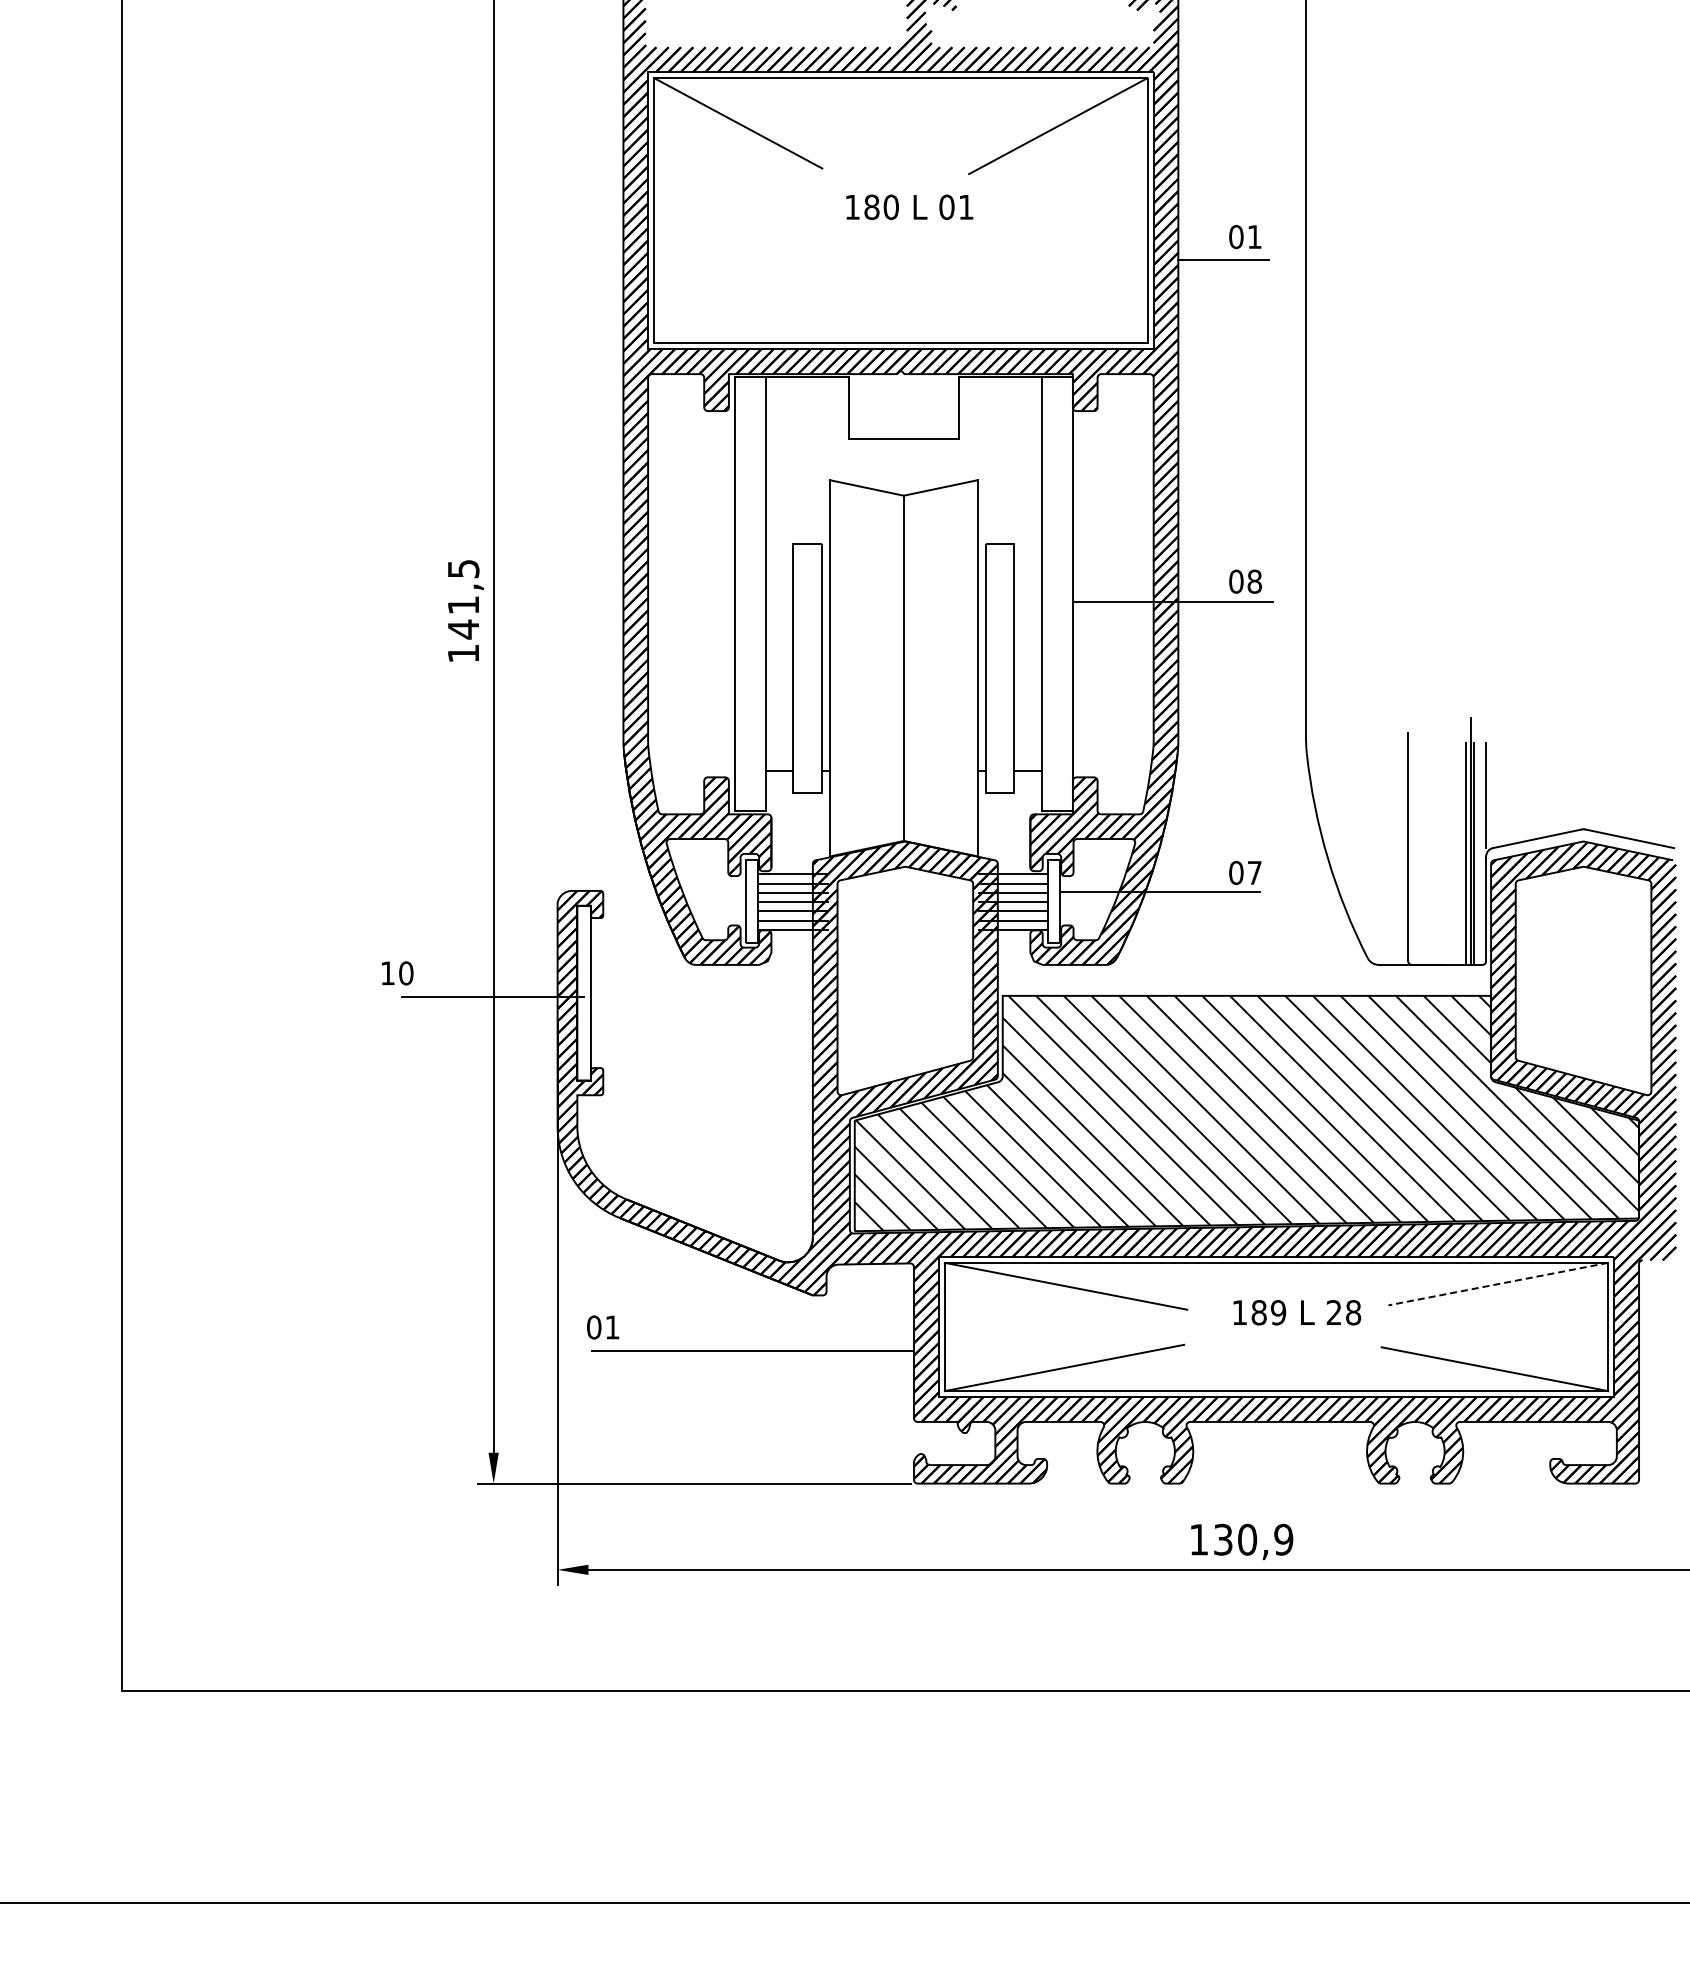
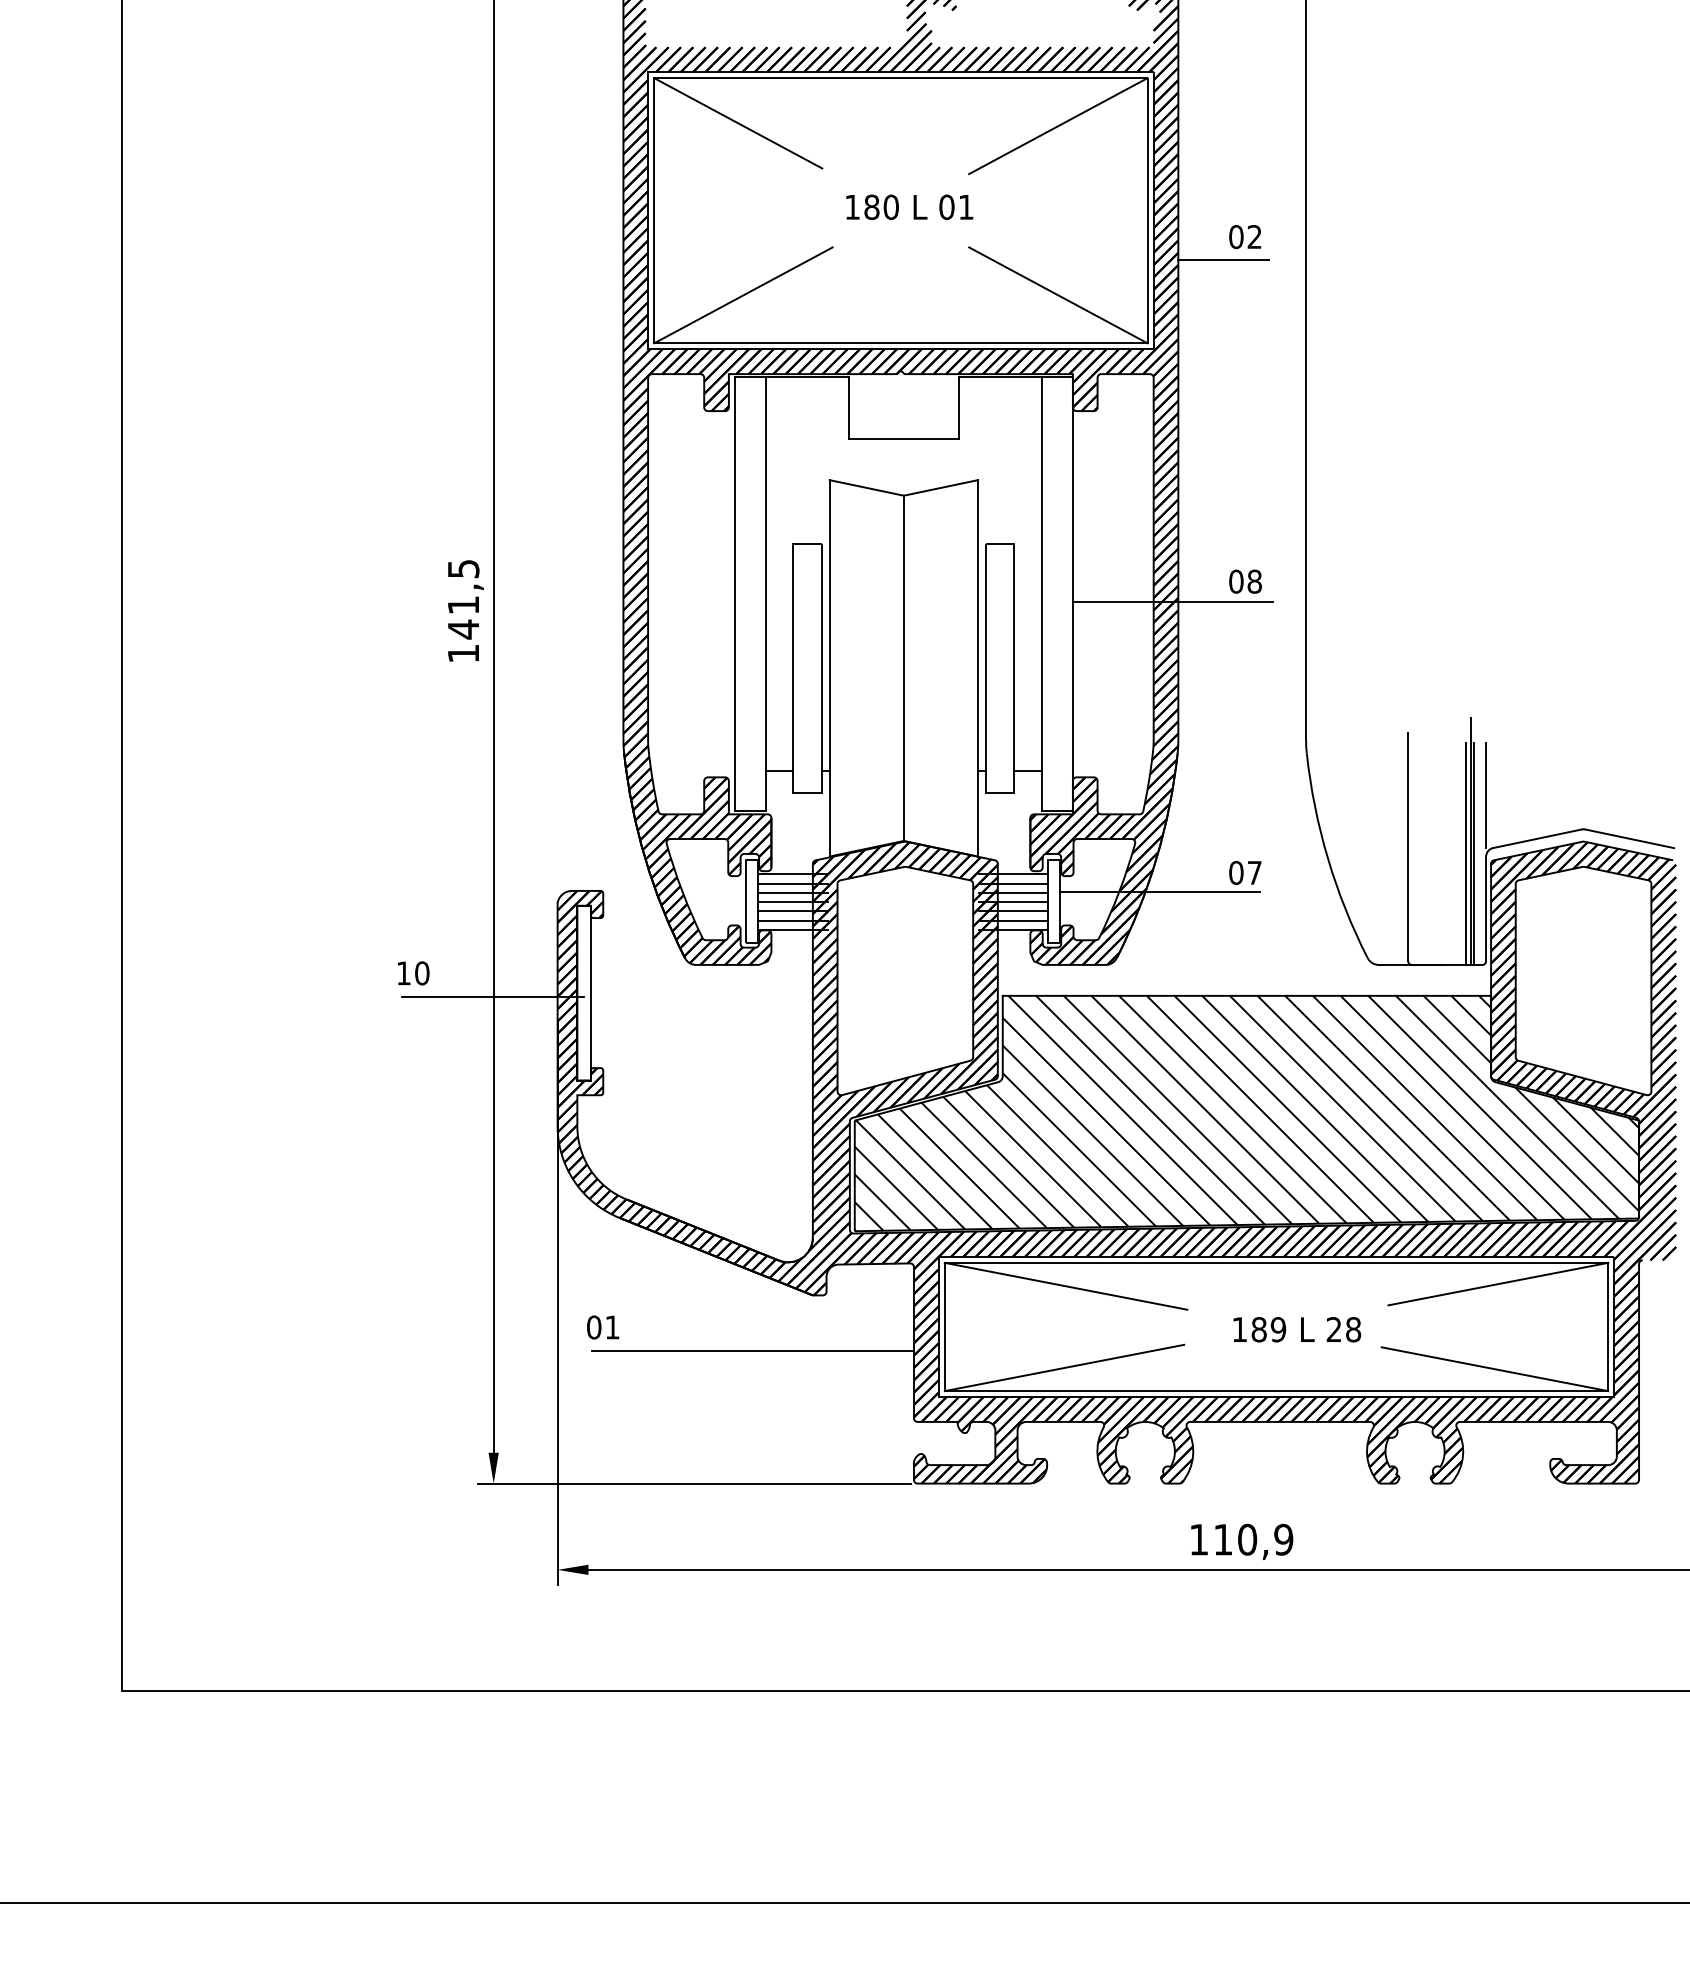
text at (1254, 236): 01 -> 02
line at (743, 295): none -> present
line at (1058, 295): none -> present
text at (397, 973) position: (397, 973) -> (413, 973)
line at (1498, 1284): dashed -> solid
text at (1297, 1312) position: (1297, 1312) -> (1297, 1329)
text at (1223, 1539): 130,9 -> 110,9
